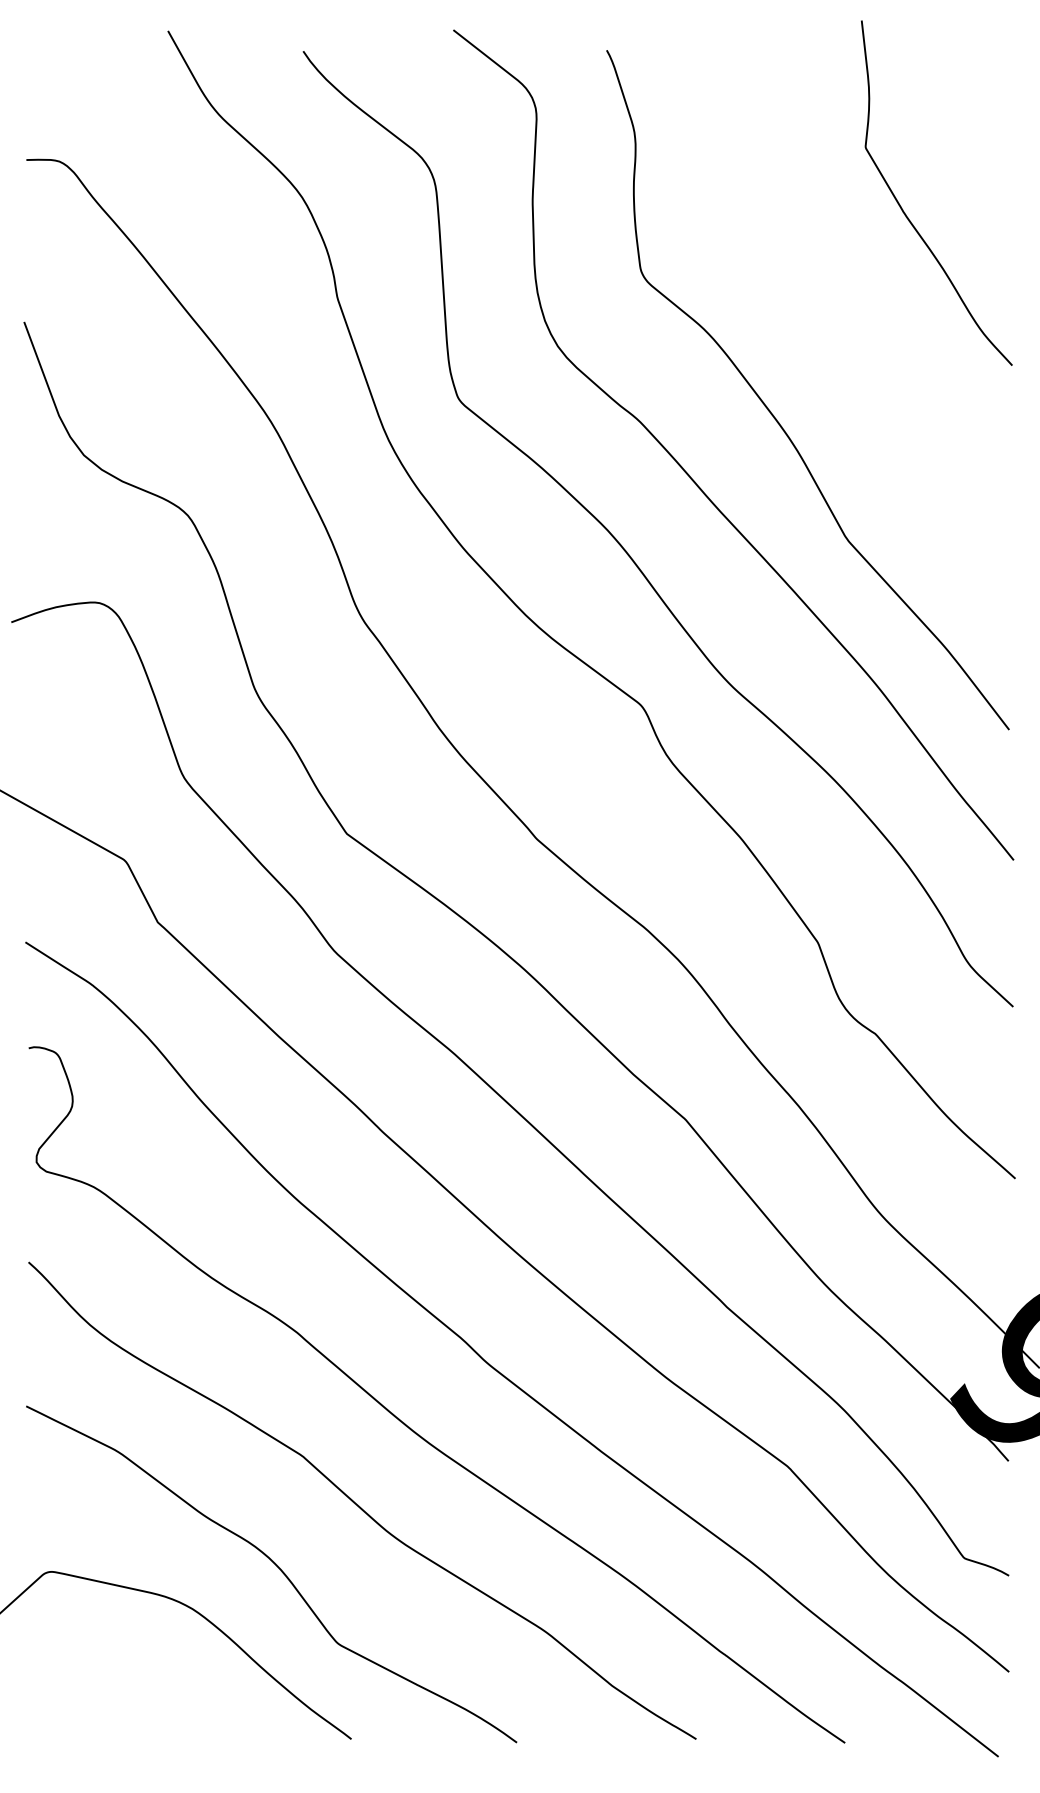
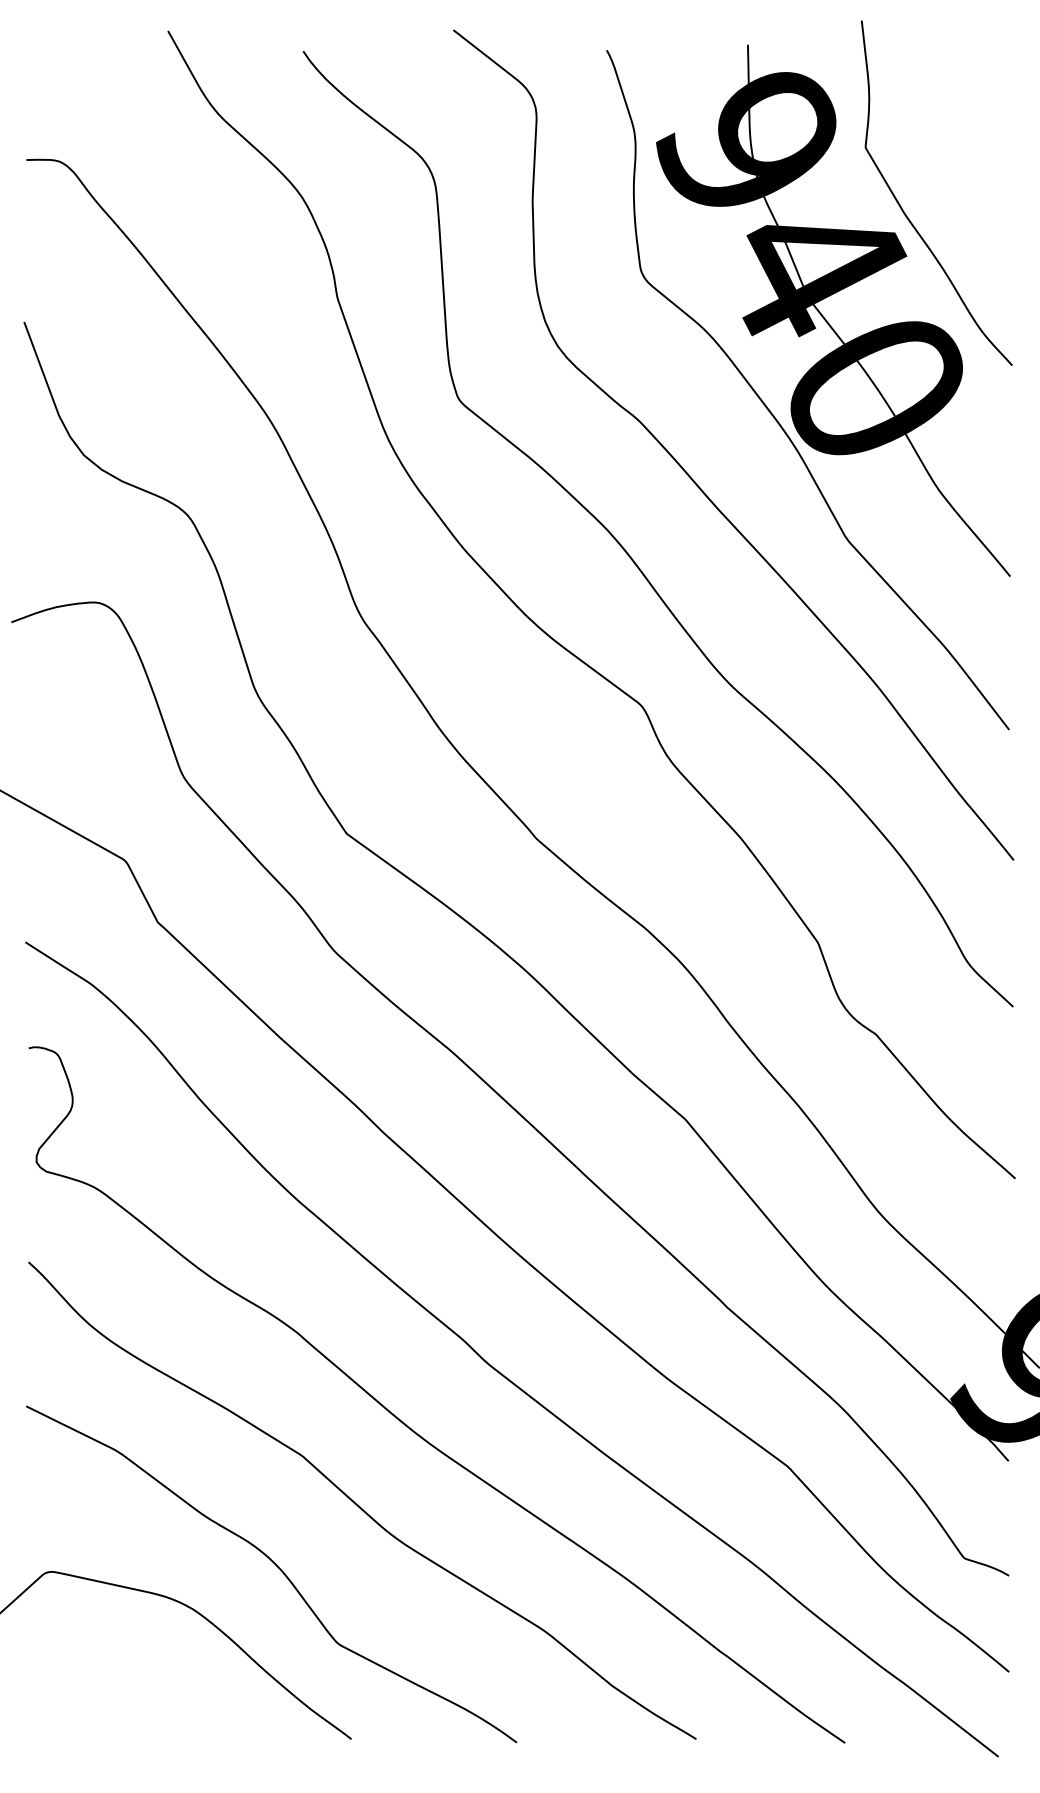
part at (823, 315): none -> present
